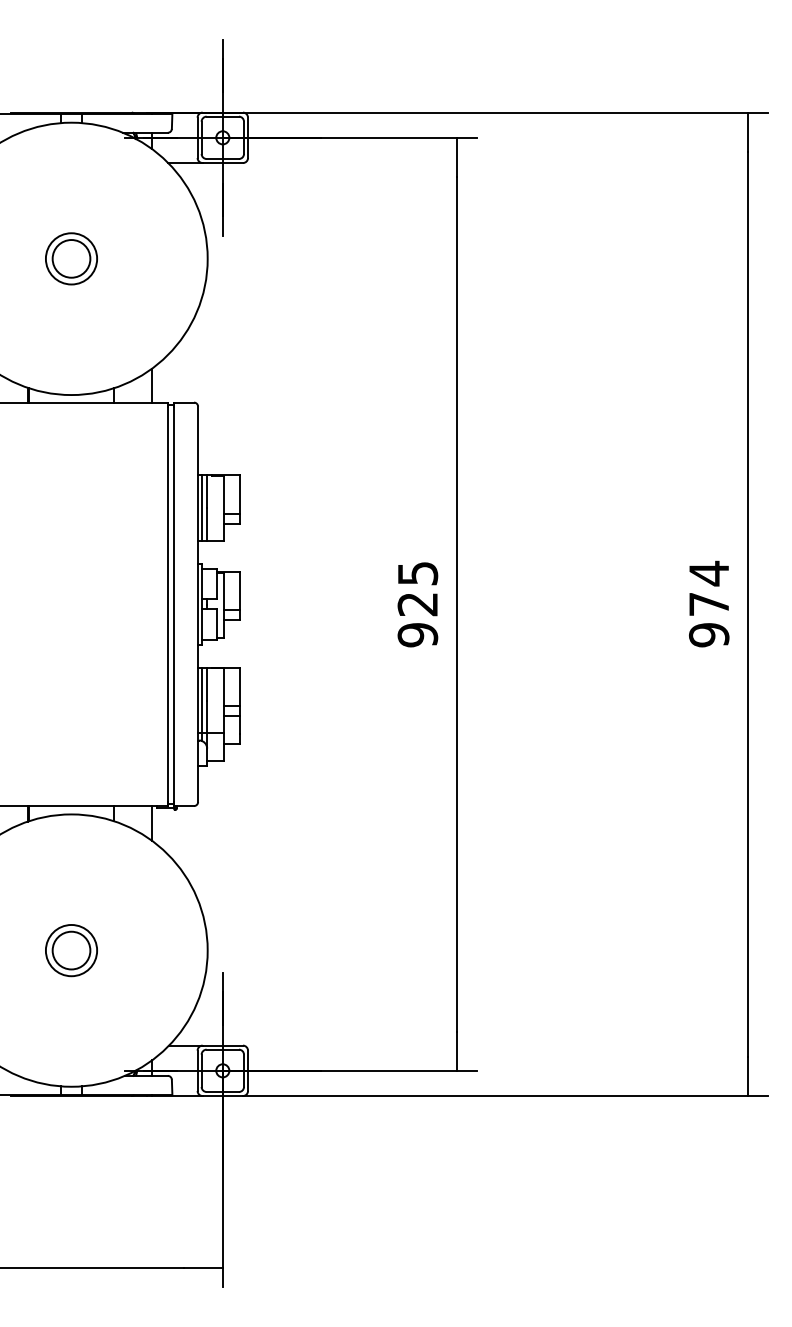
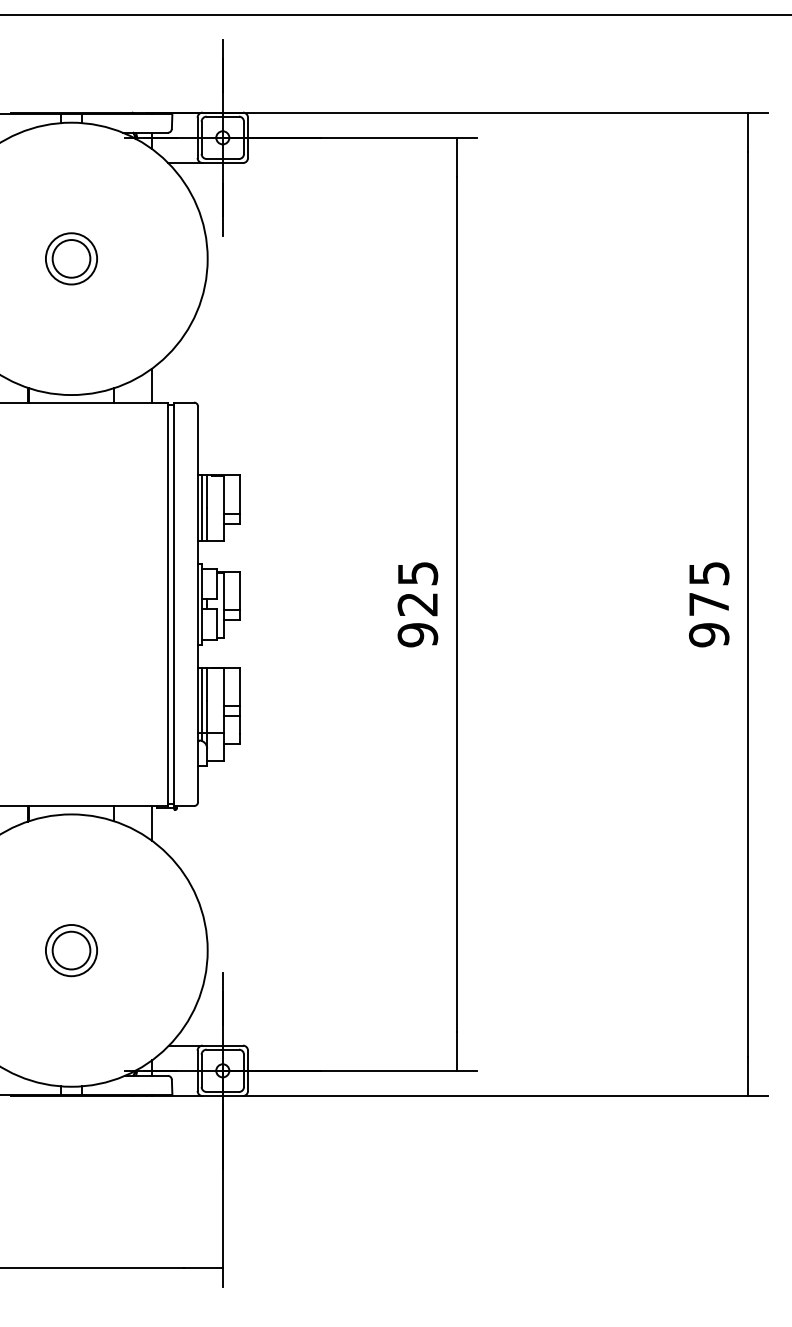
line at (395, 14): none -> present
text at (709, 573): 974 -> 975
